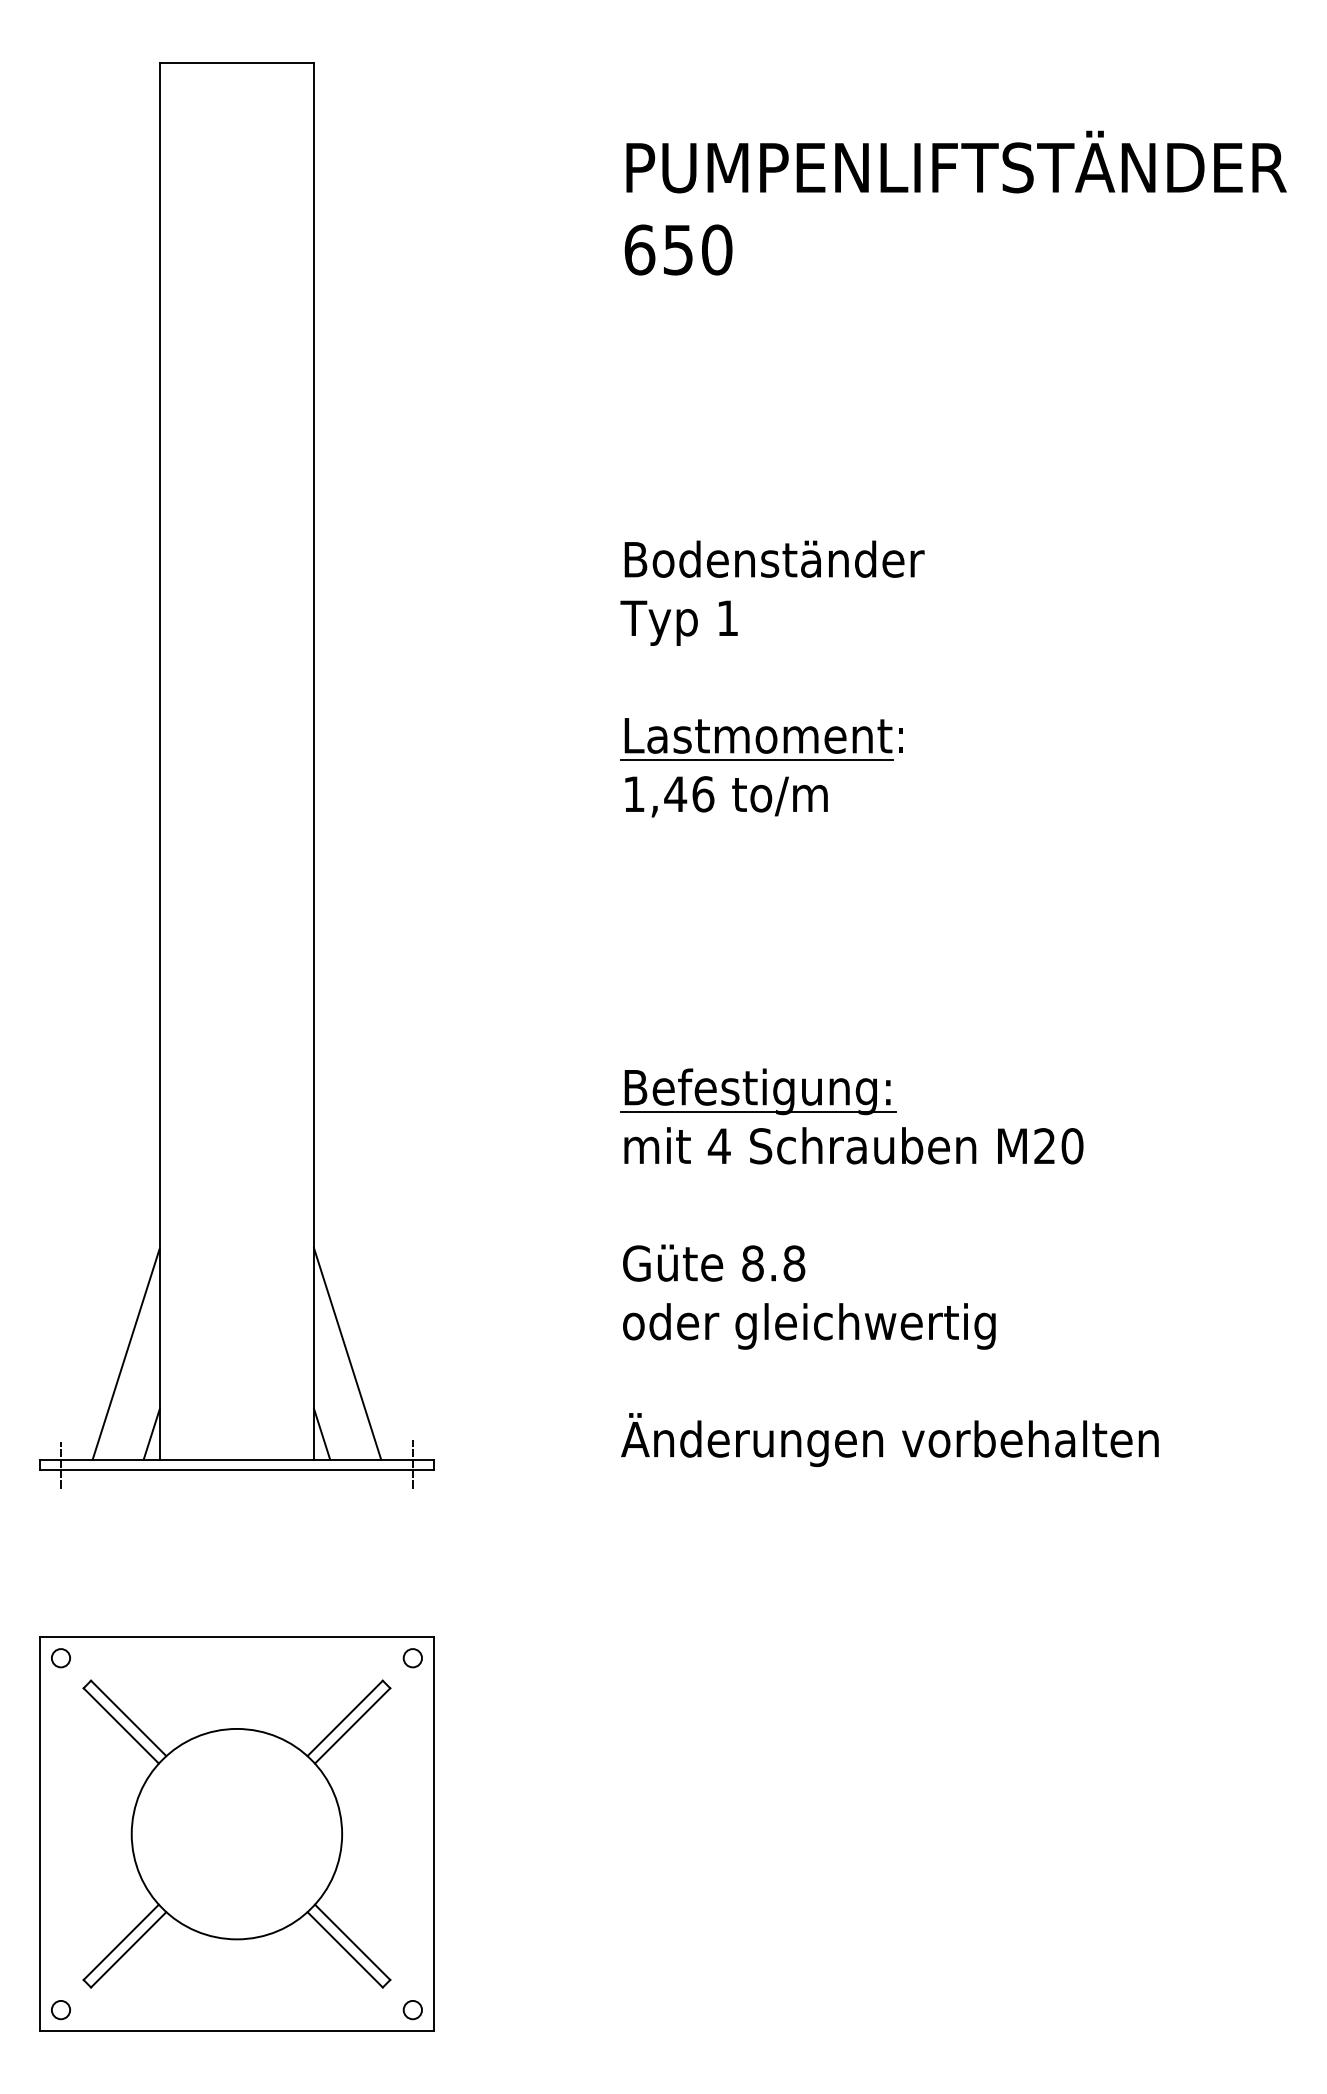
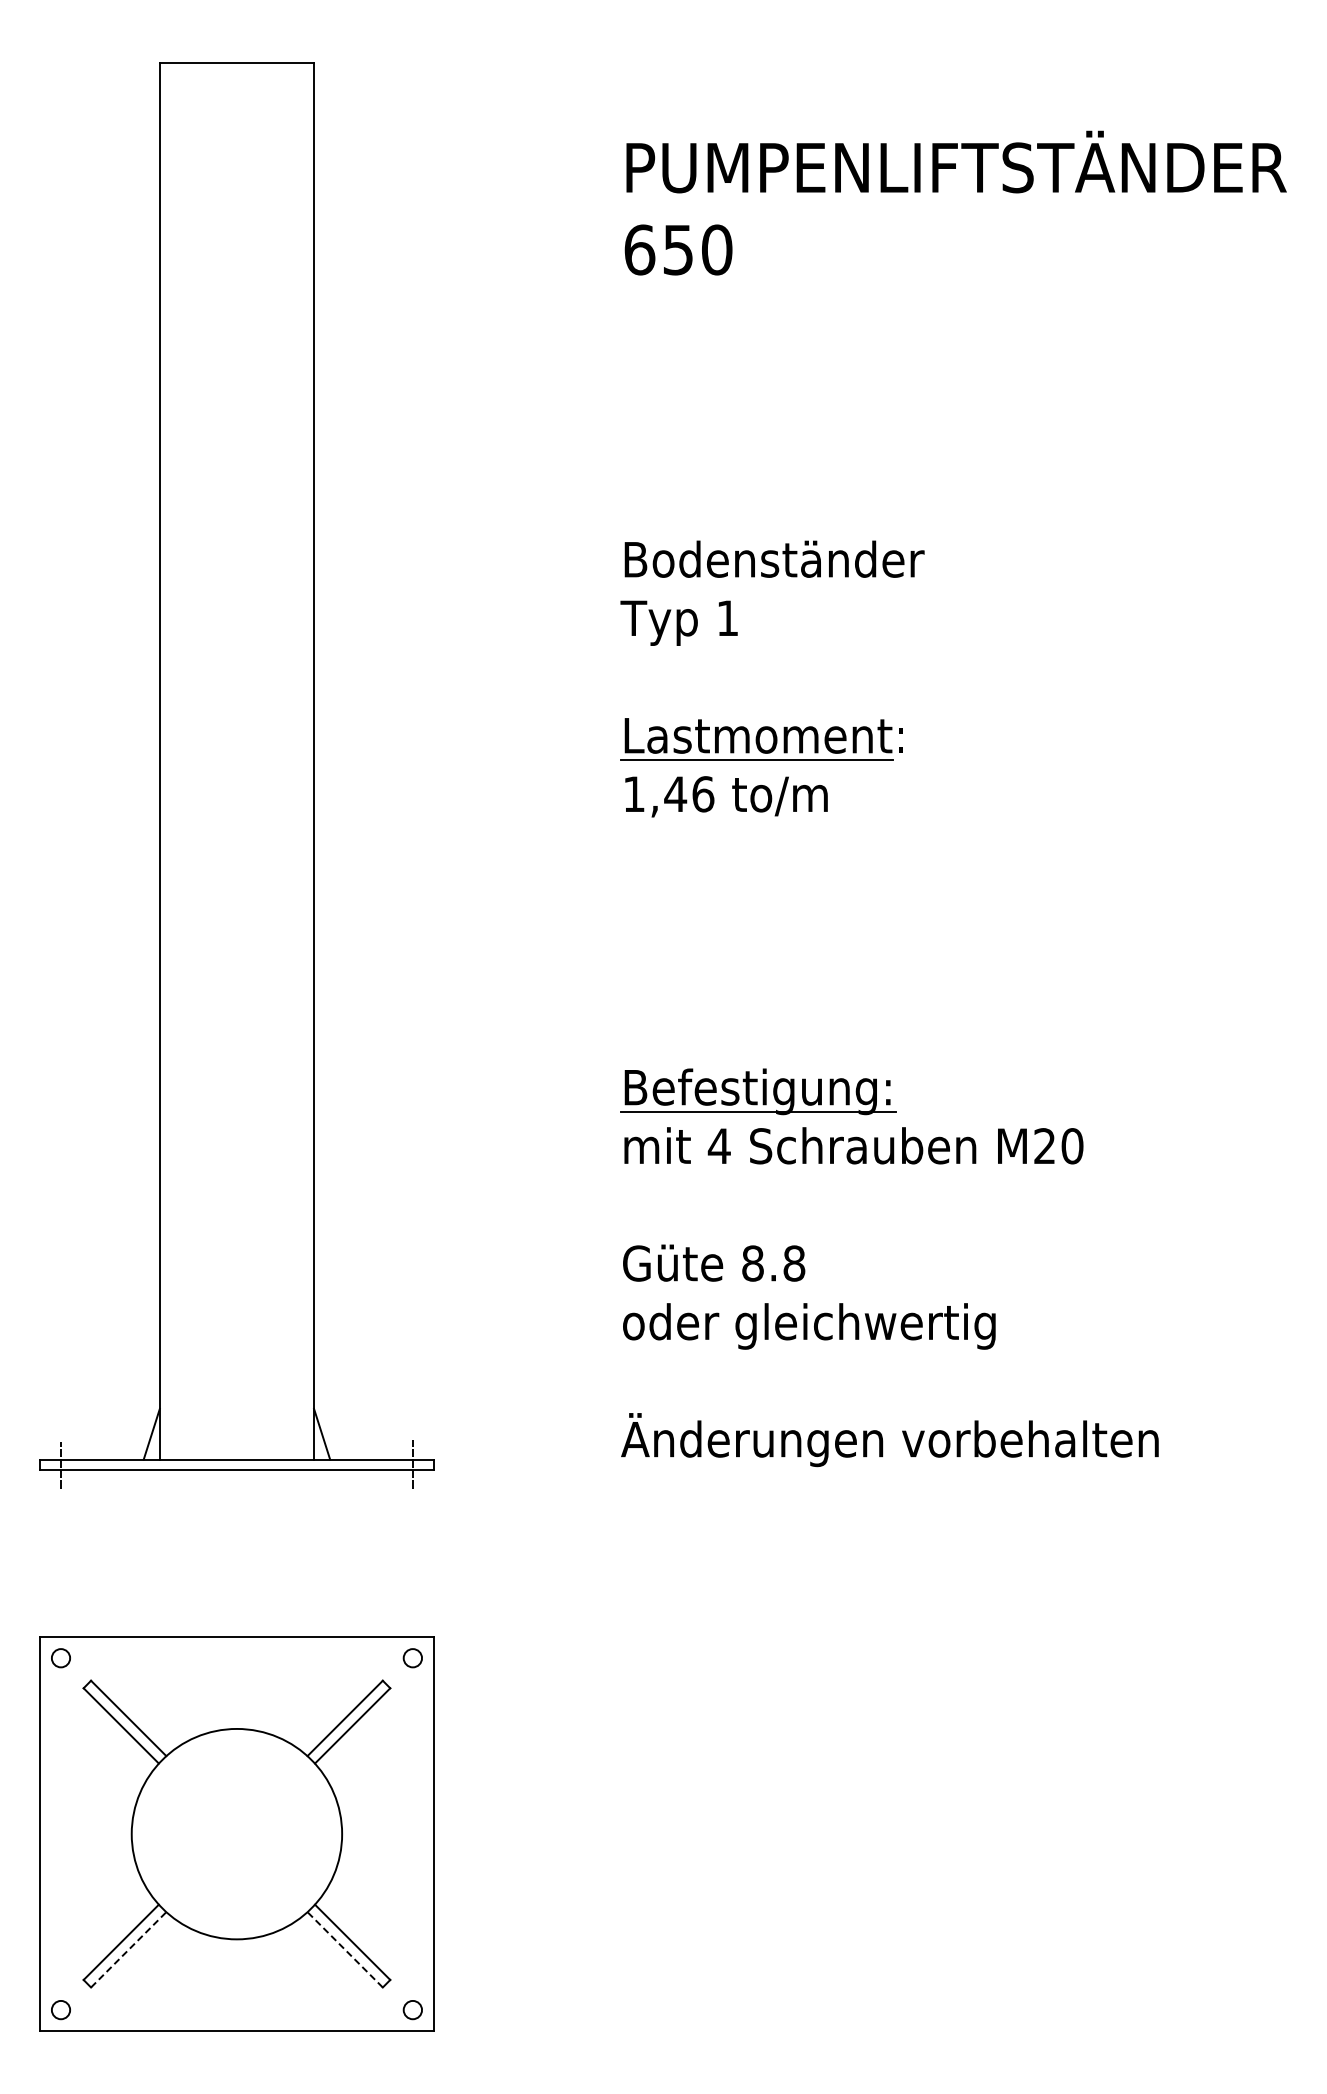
line at (125, 1353): present -> none
line at (347, 1353): present -> none
line at (129, 1949): solid -> dashed
line at (344, 1949): solid -> dashed
